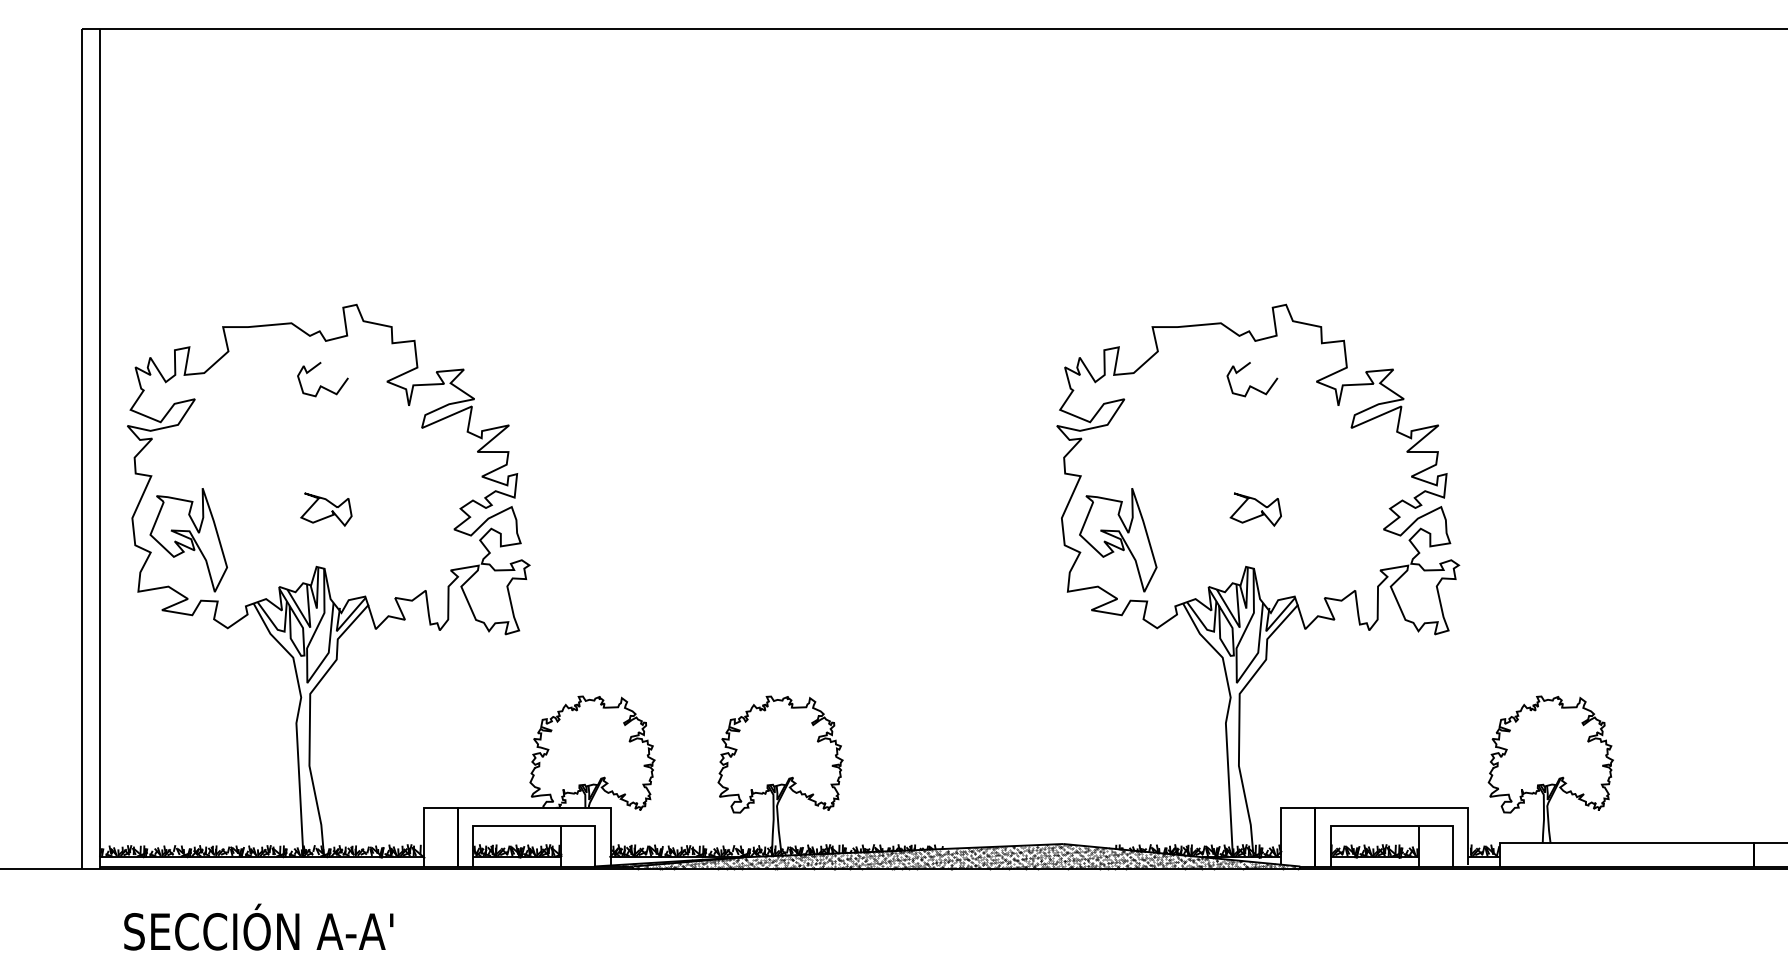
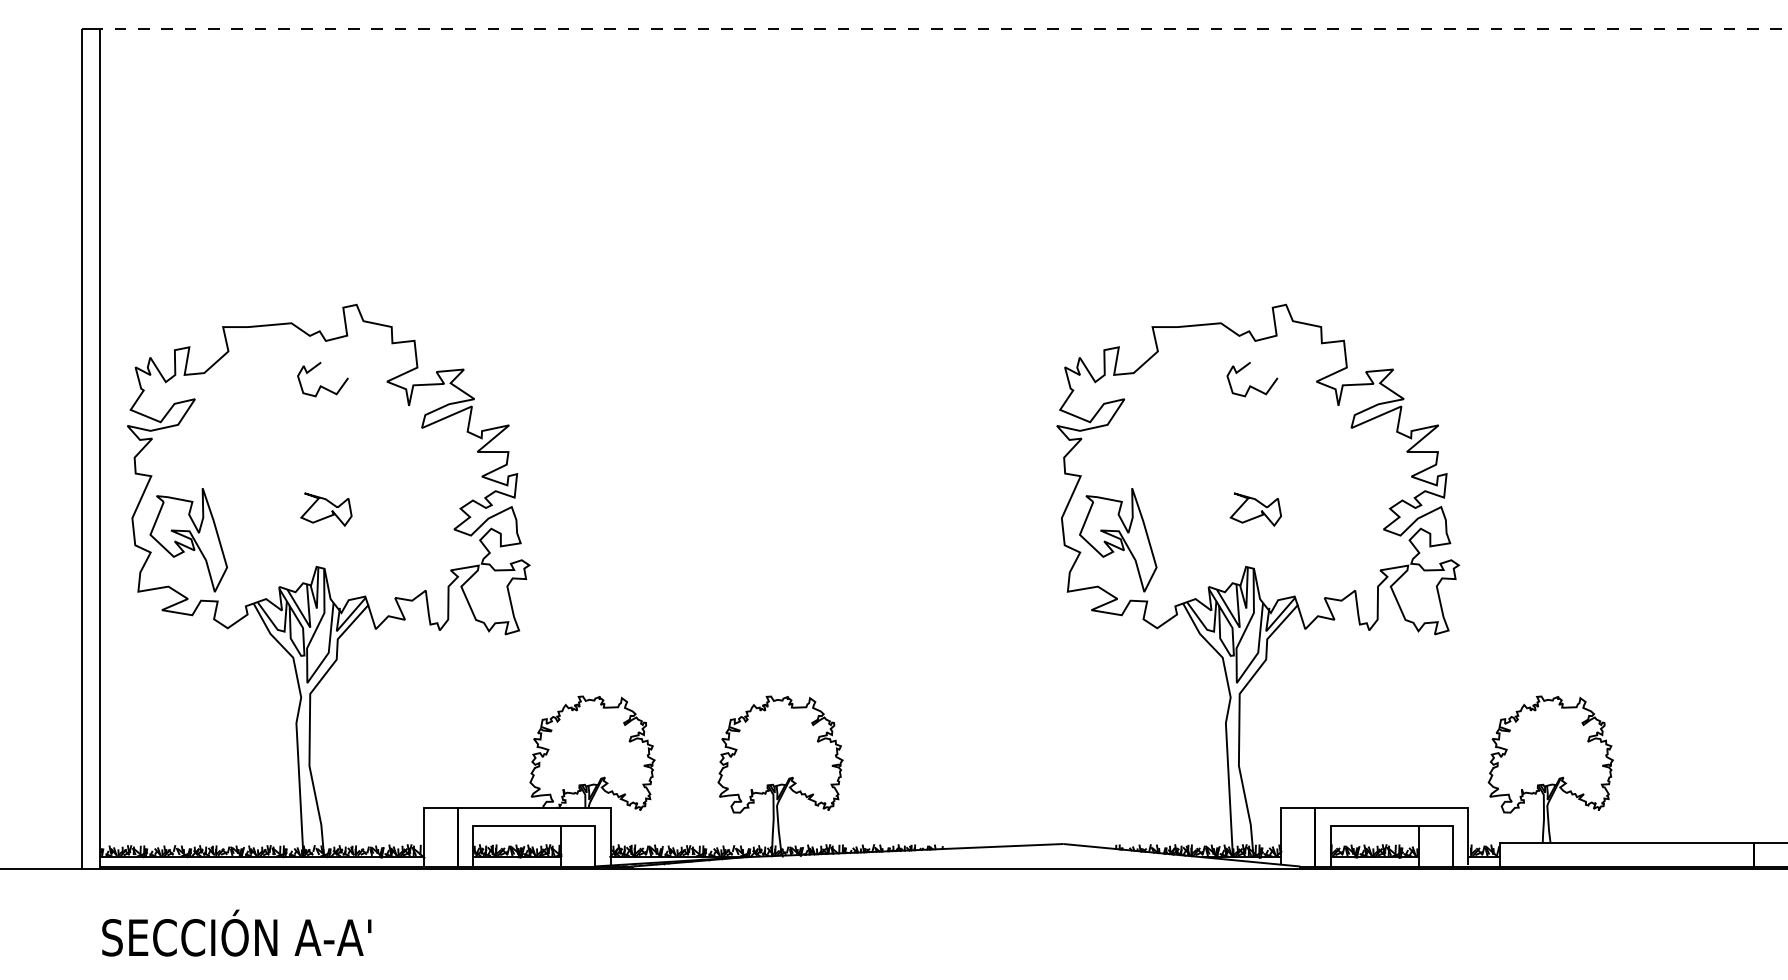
line at (943, 29): solid -> dashed
hatch at (967, 856): present -> none
text at (258, 926) position: (258, 926) -> (236, 932)
